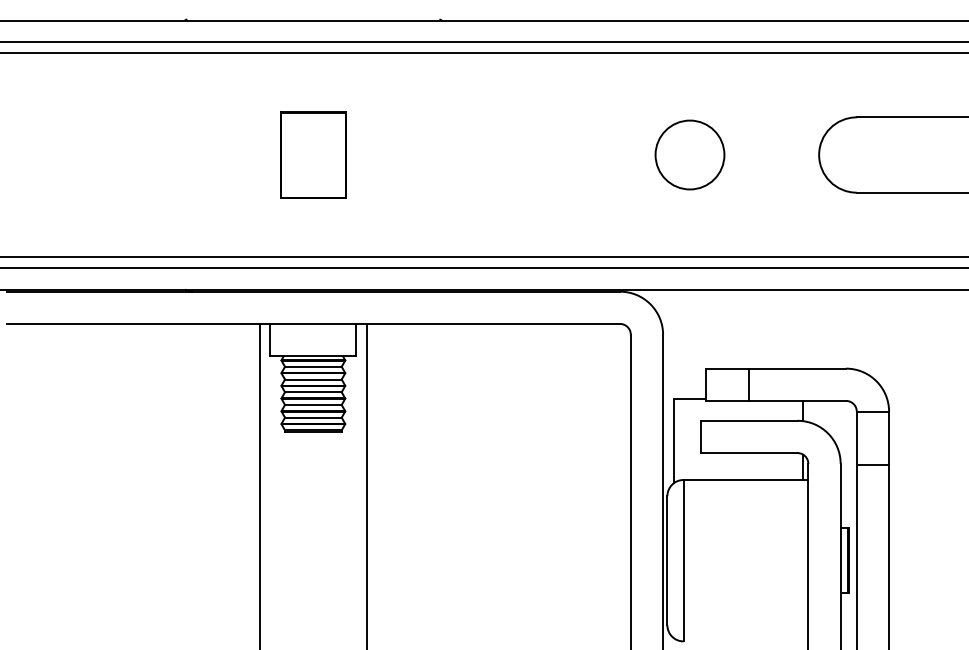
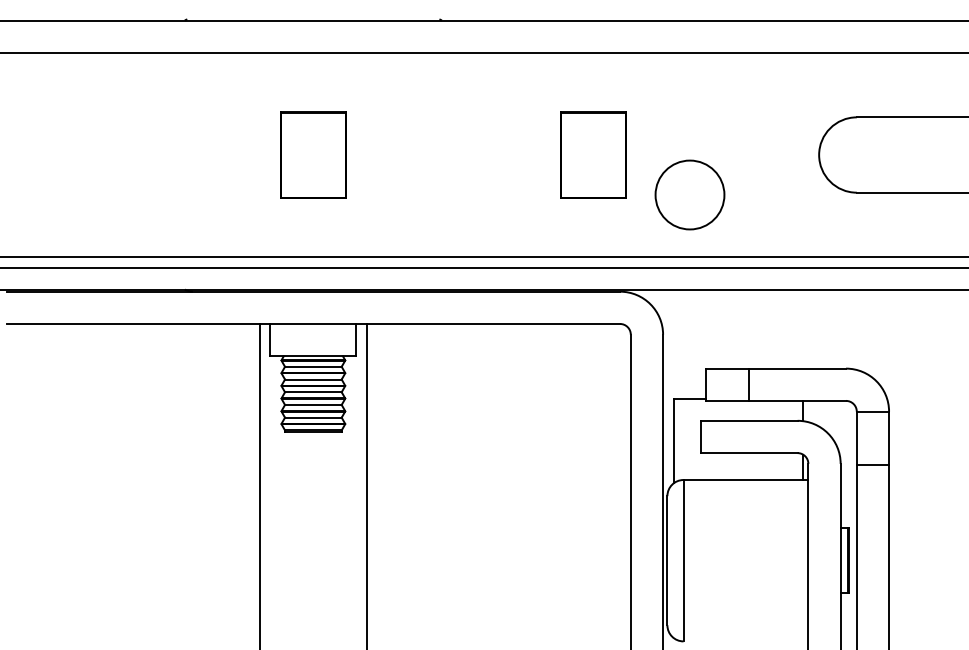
line at (483, 42): present -> none
part at (593, 154): none -> present
circle at (689, 154) position: (689, 154) -> (689, 194)
